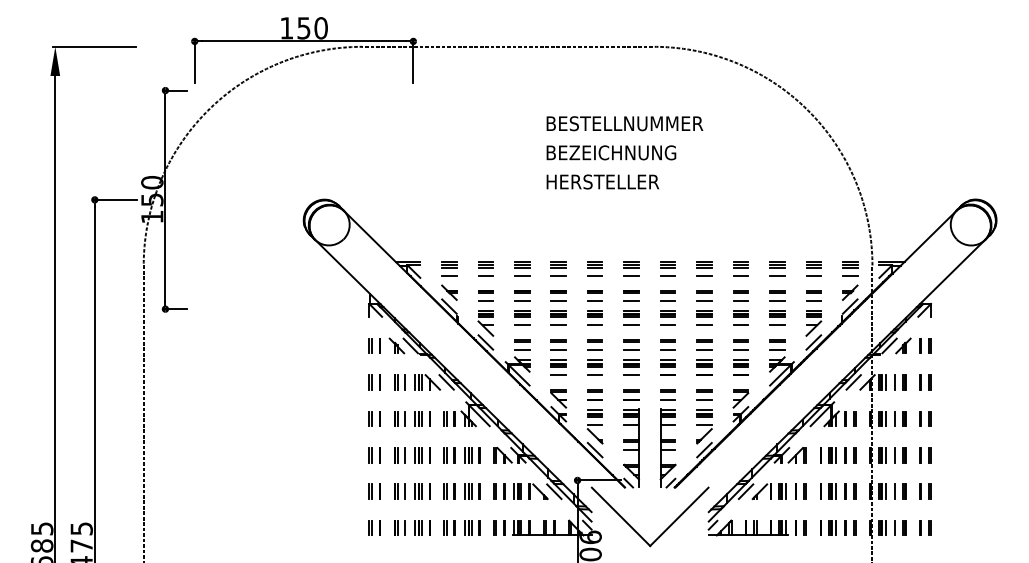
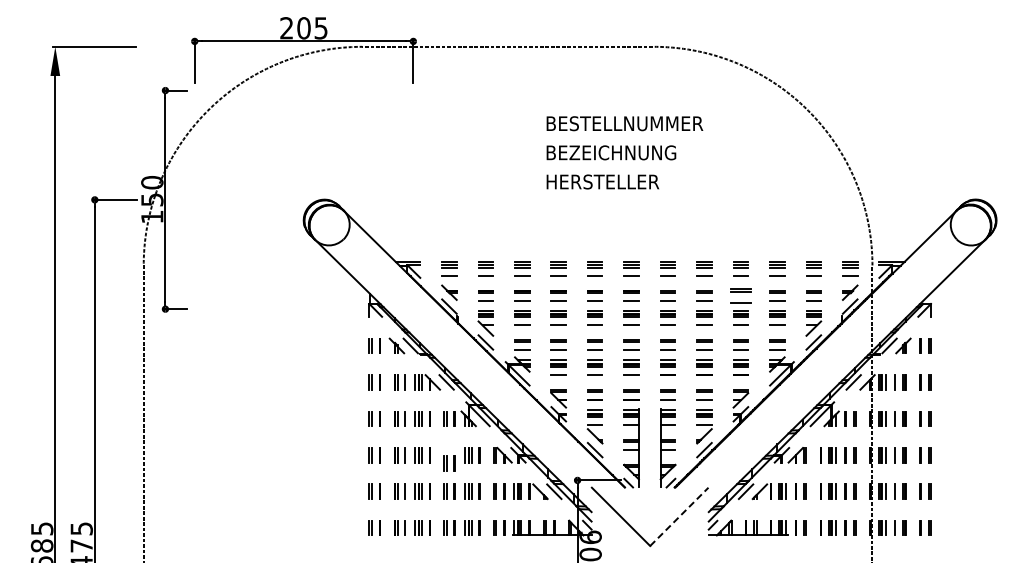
text at (303, 28): 150 -> 205
part at (740, 295) size: 16x12 px -> 22x16 px
part at (449, 455) position: (449, 455) -> (449, 463)
line at (679, 516): solid -> dashed
